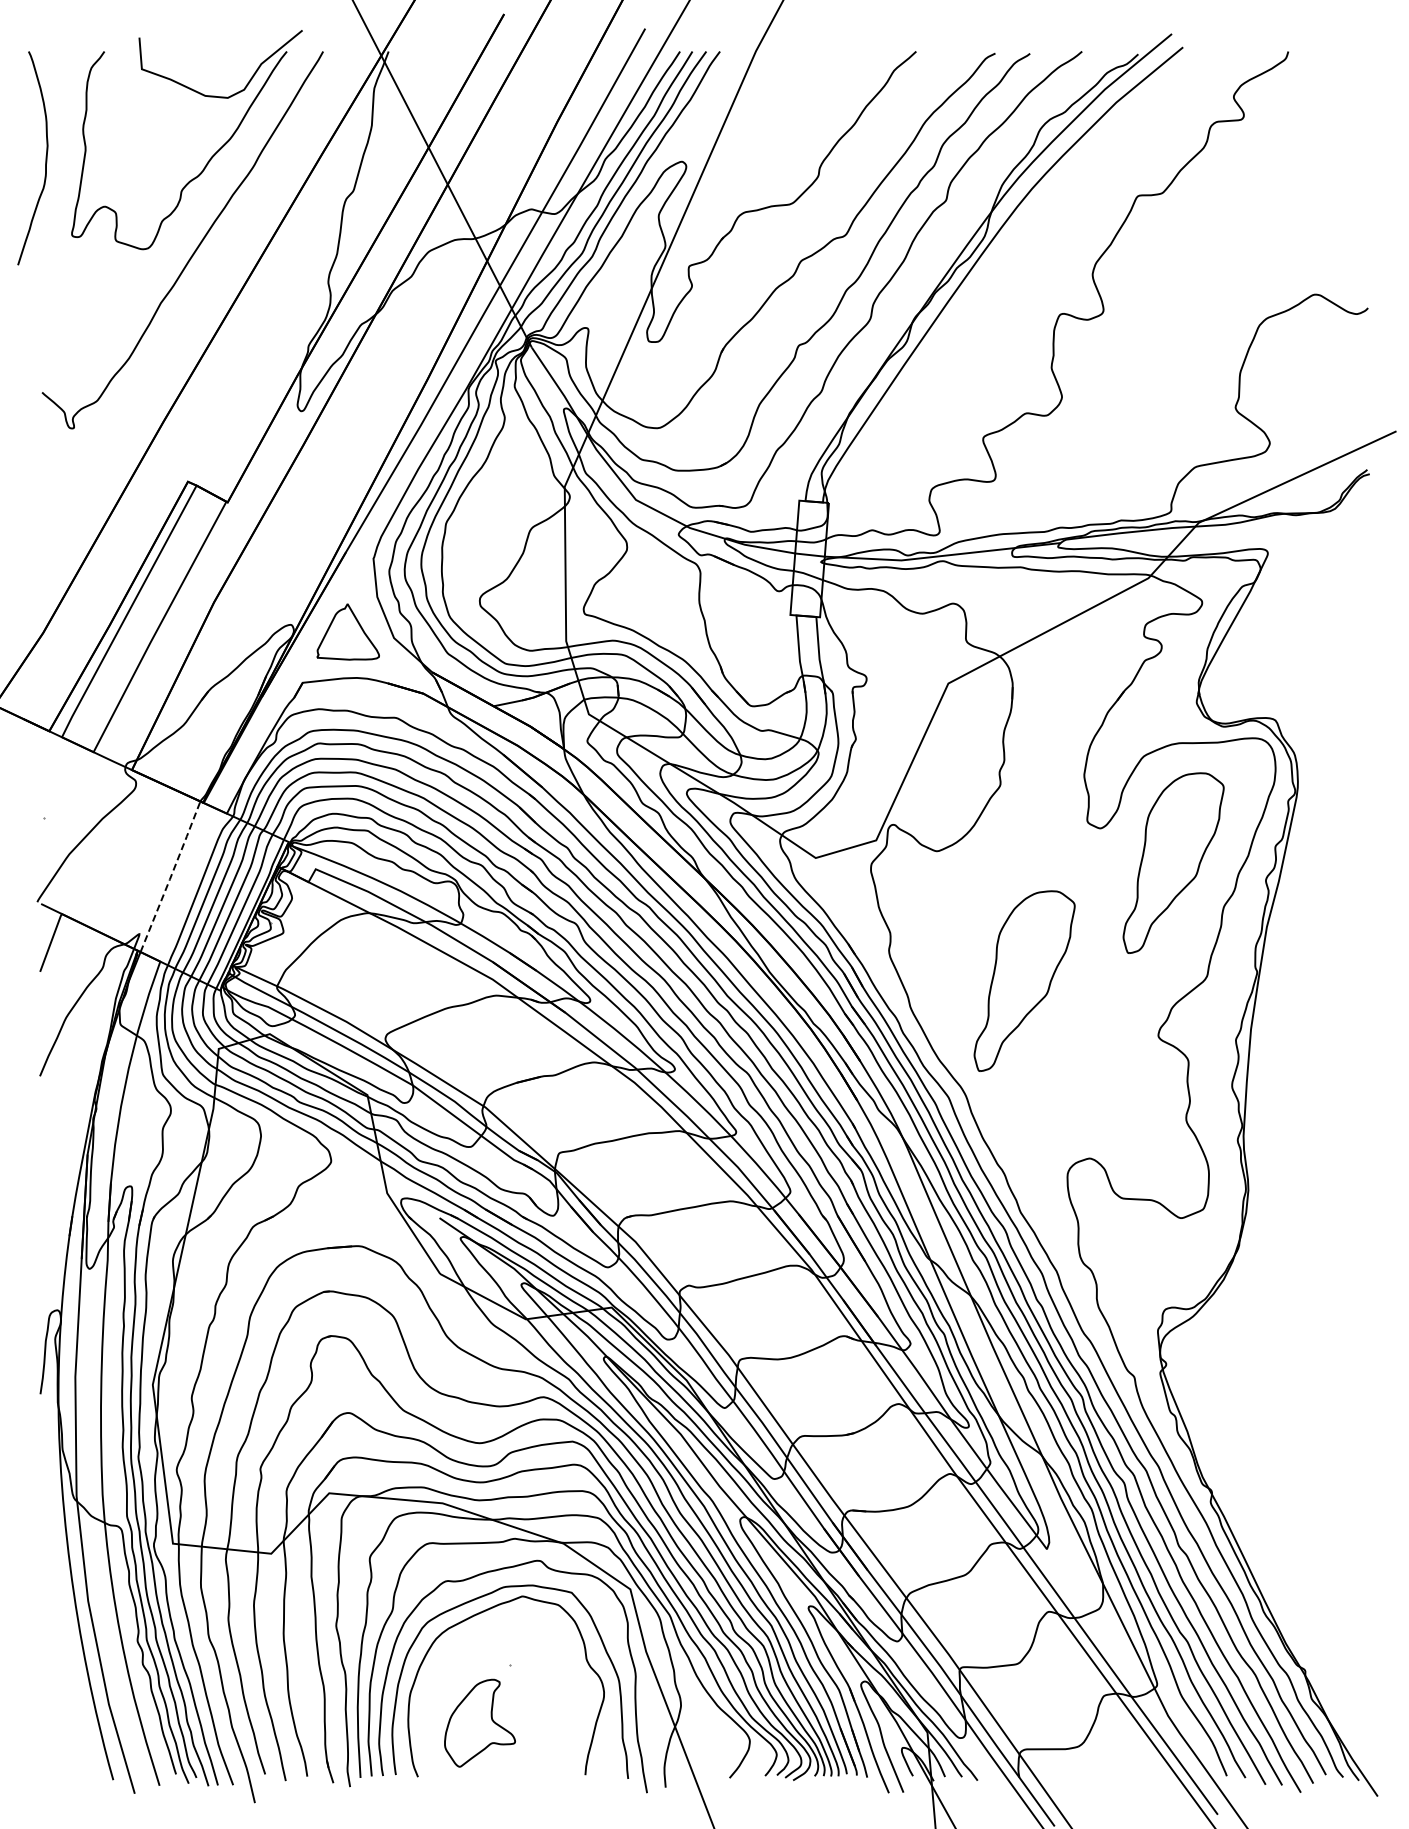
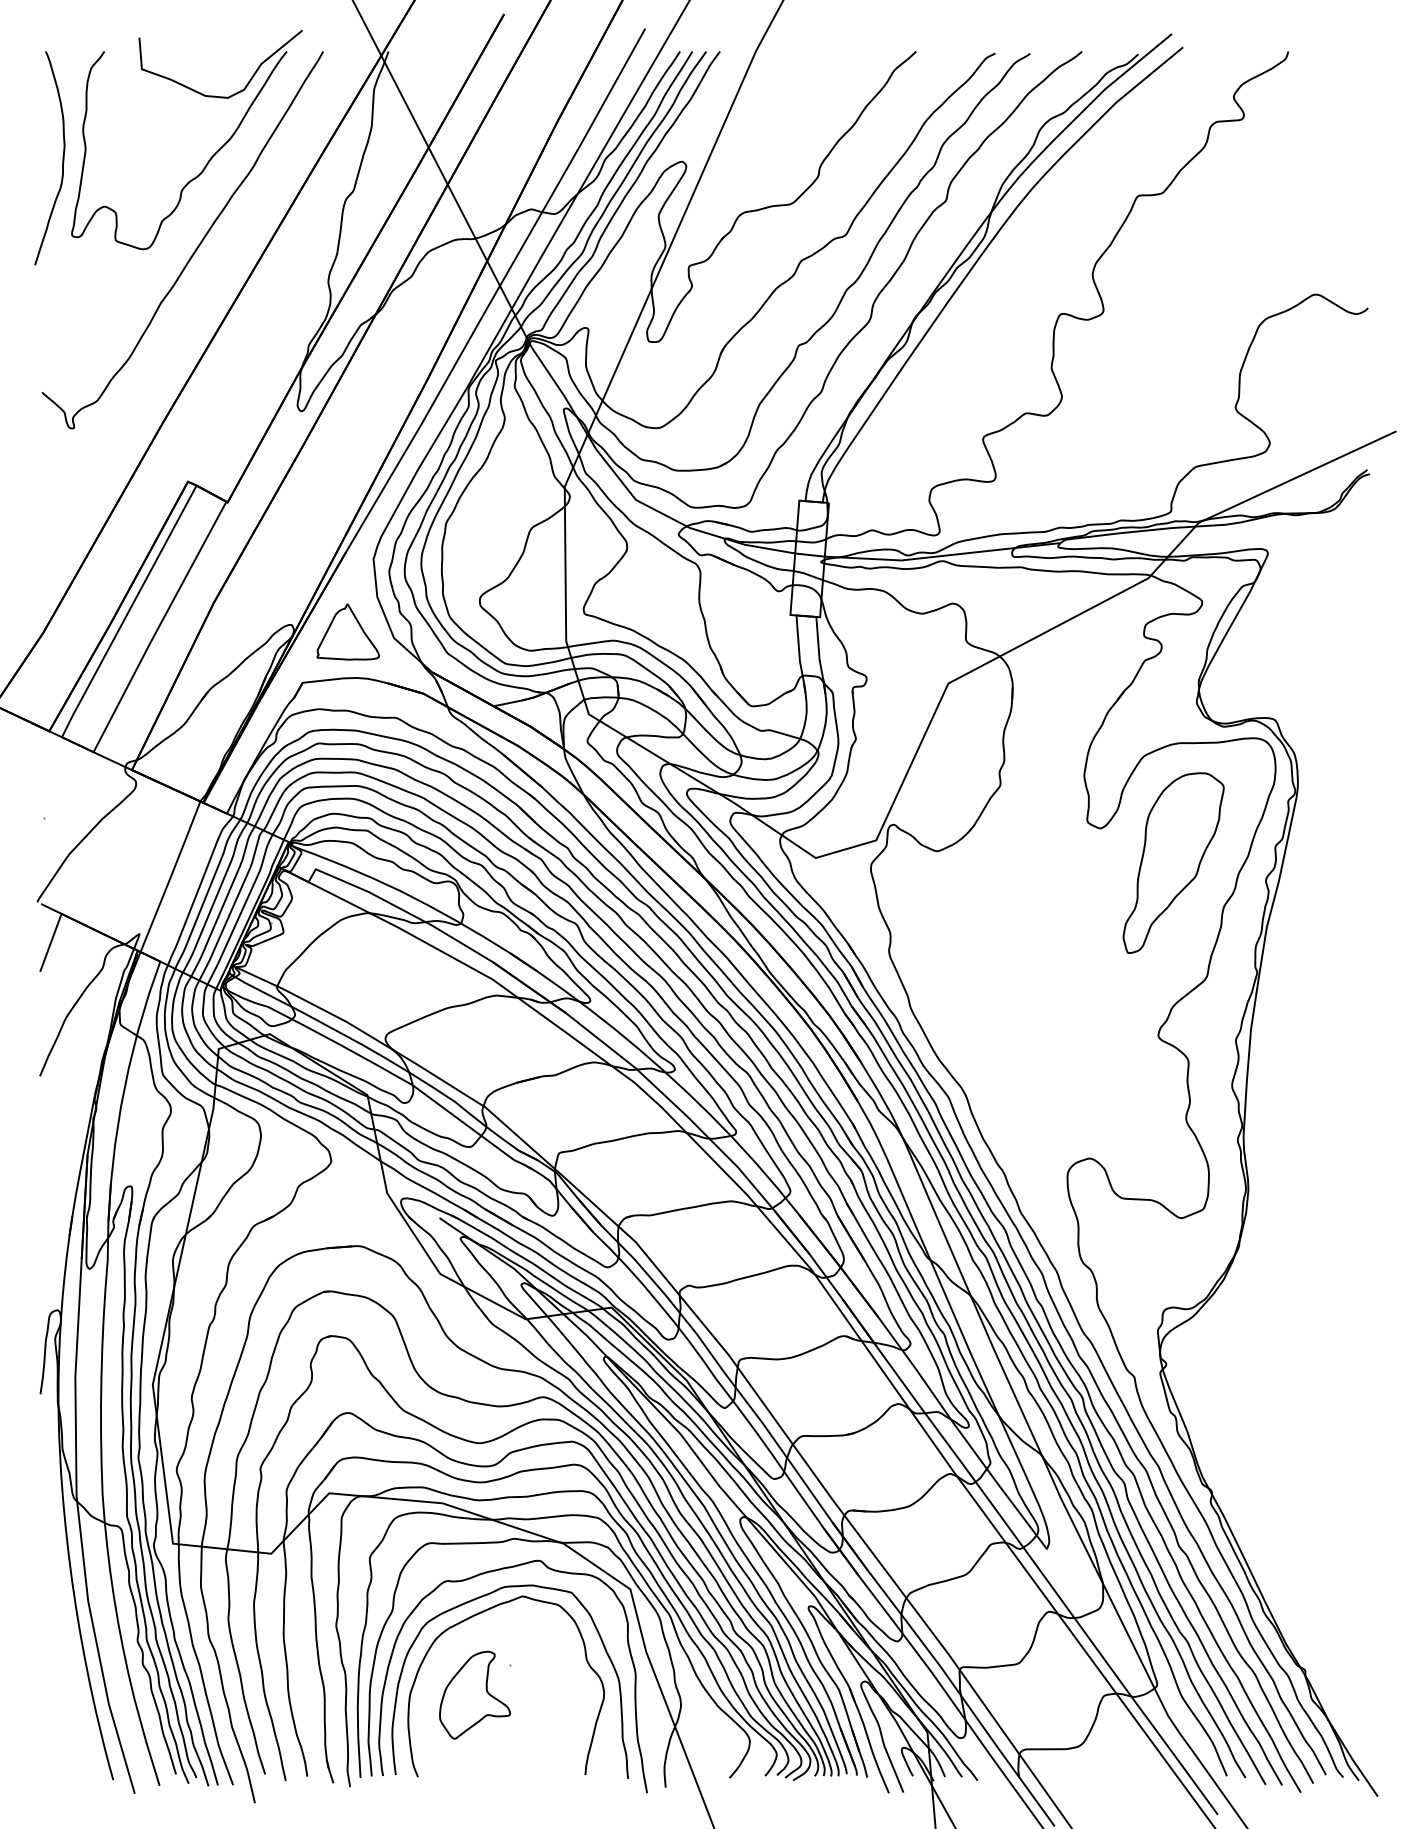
curve at (45, 158) position: (45, 158) -> (62, 158)
line at (170, 876): dashed -> solid
part at (1024, 980): present -> none
part at (479, 1722) position: (479, 1722) -> (474, 1694)
